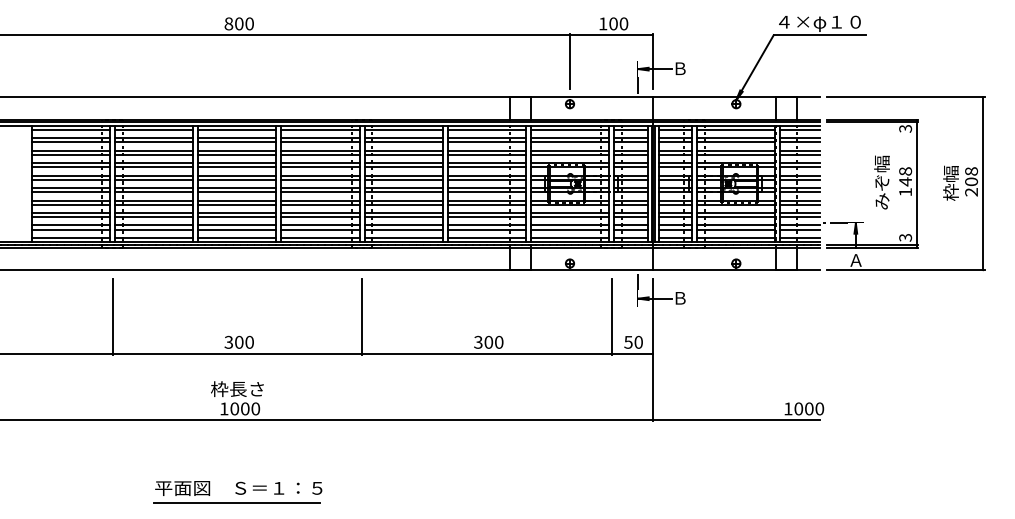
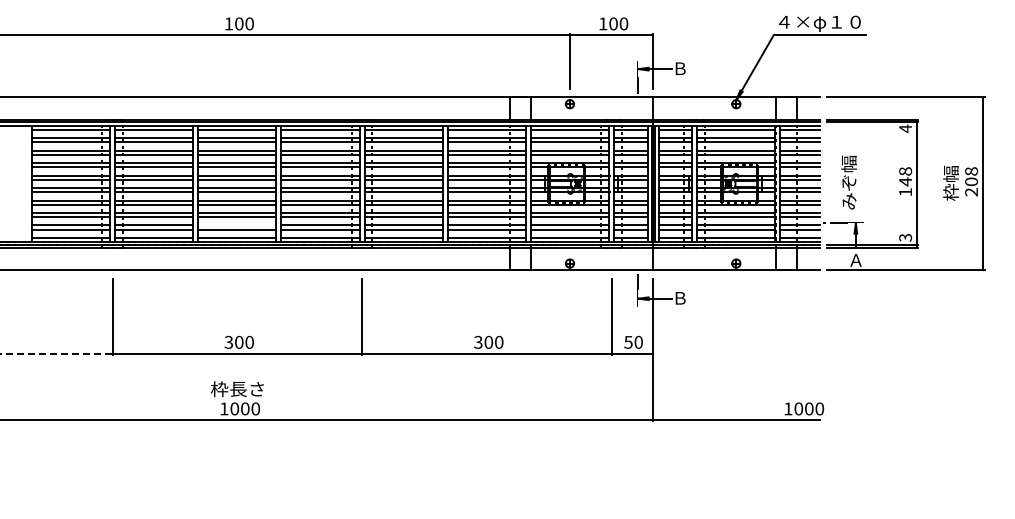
text at (228, 23): 800 -> 100
text at (905, 128): 3 -> 4
text at (881, 182) position: (881, 182) -> (848, 182)
line at (237, 225): present -> none
line at (56, 353): solid -> dashed
part at (237, 492): present -> none
